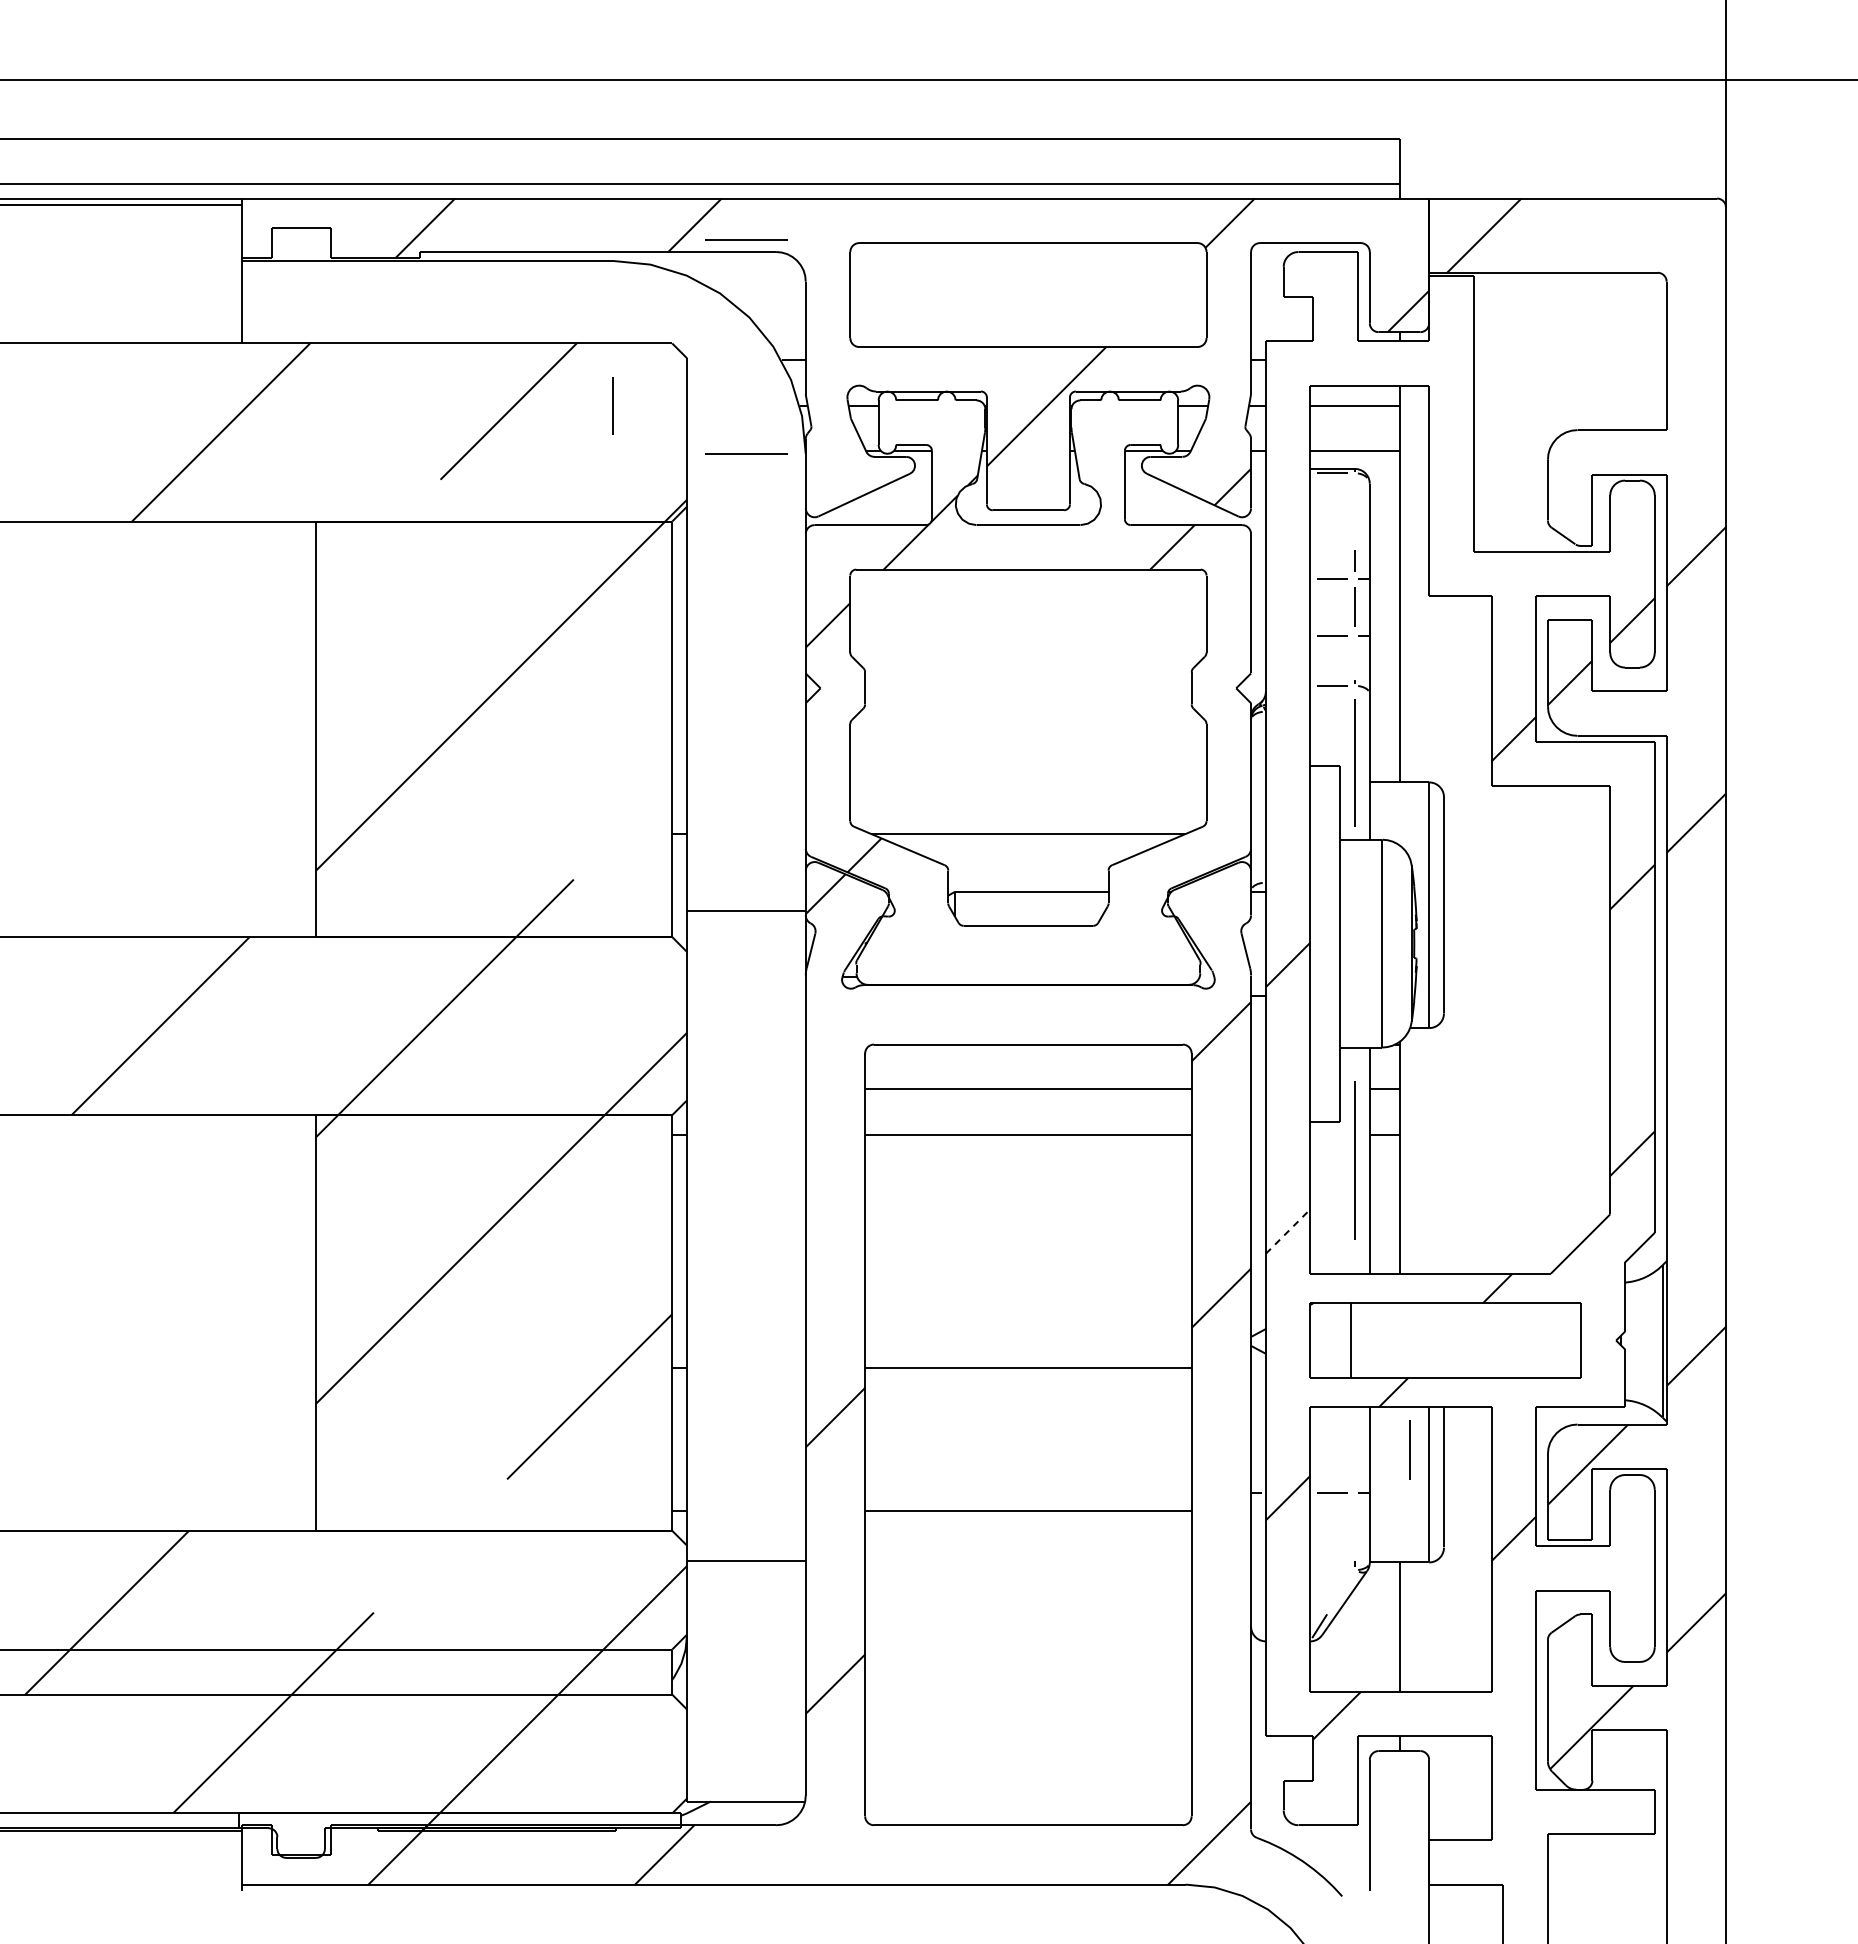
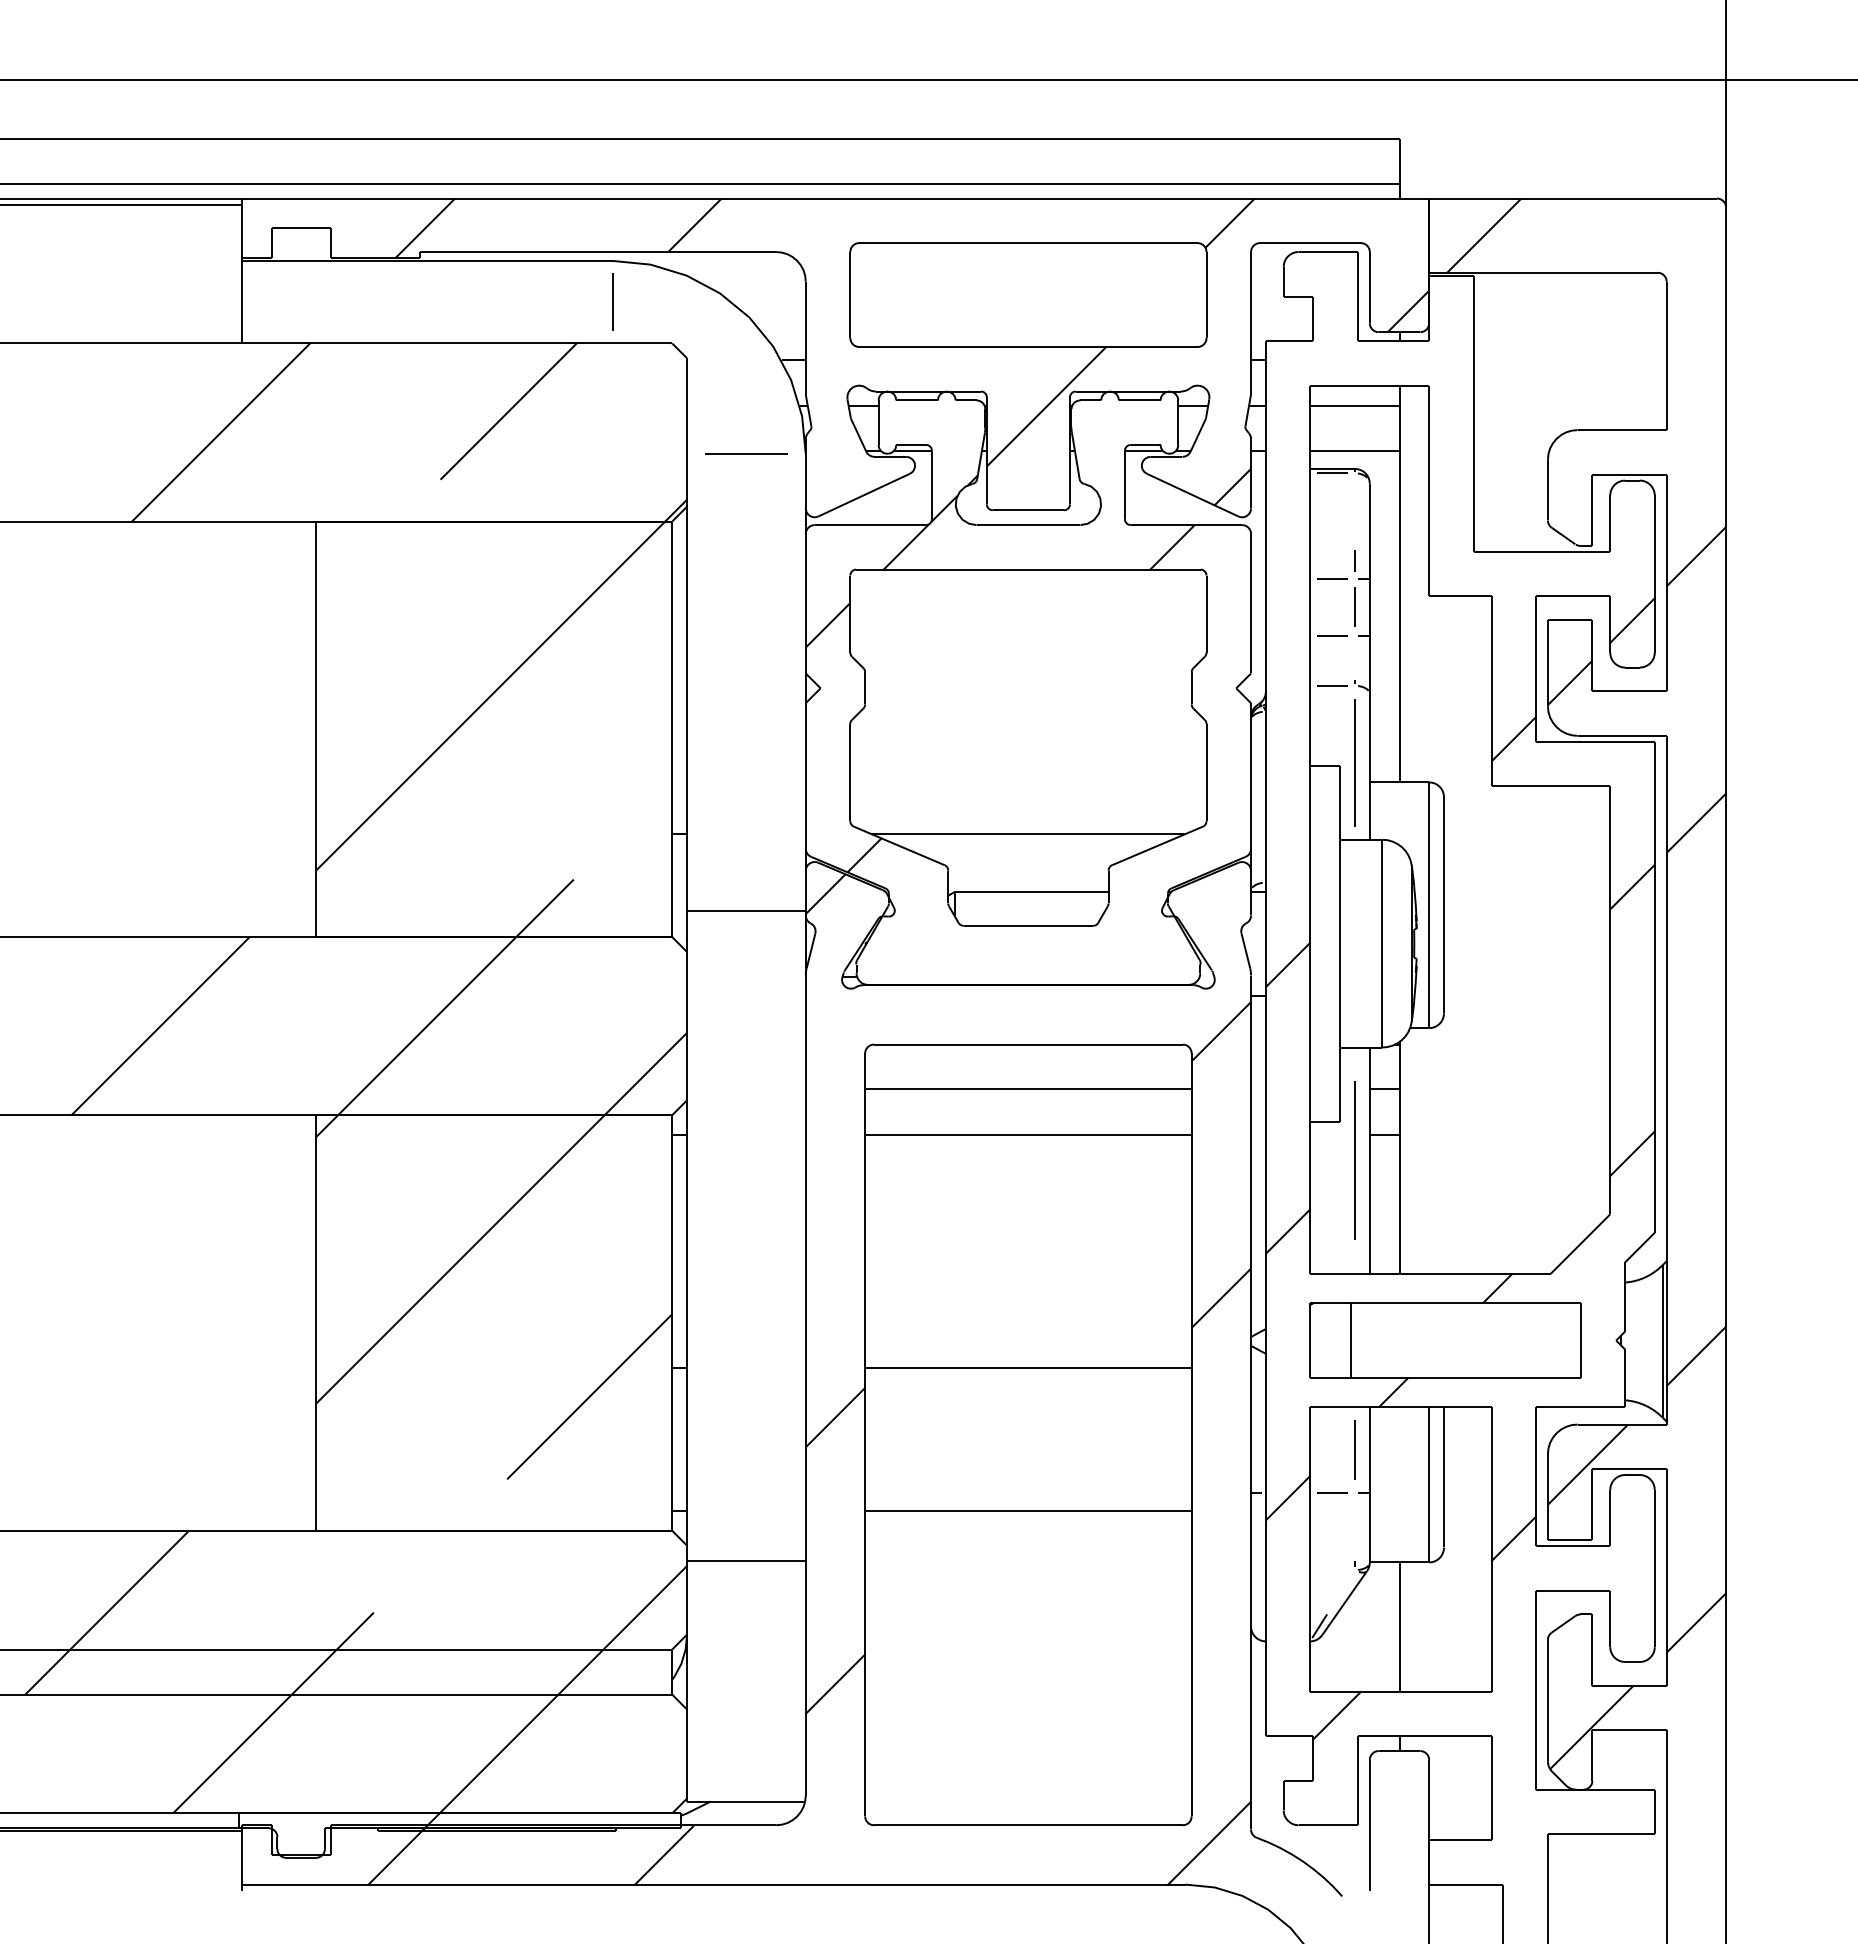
line at (746, 239): present -> none
line at (612, 405) position: (612, 405) -> (612, 301)
line at (1288, 1231): dashed -> solid
line at (1409, 1449) position: (1409, 1449) -> (1354, 1449)
